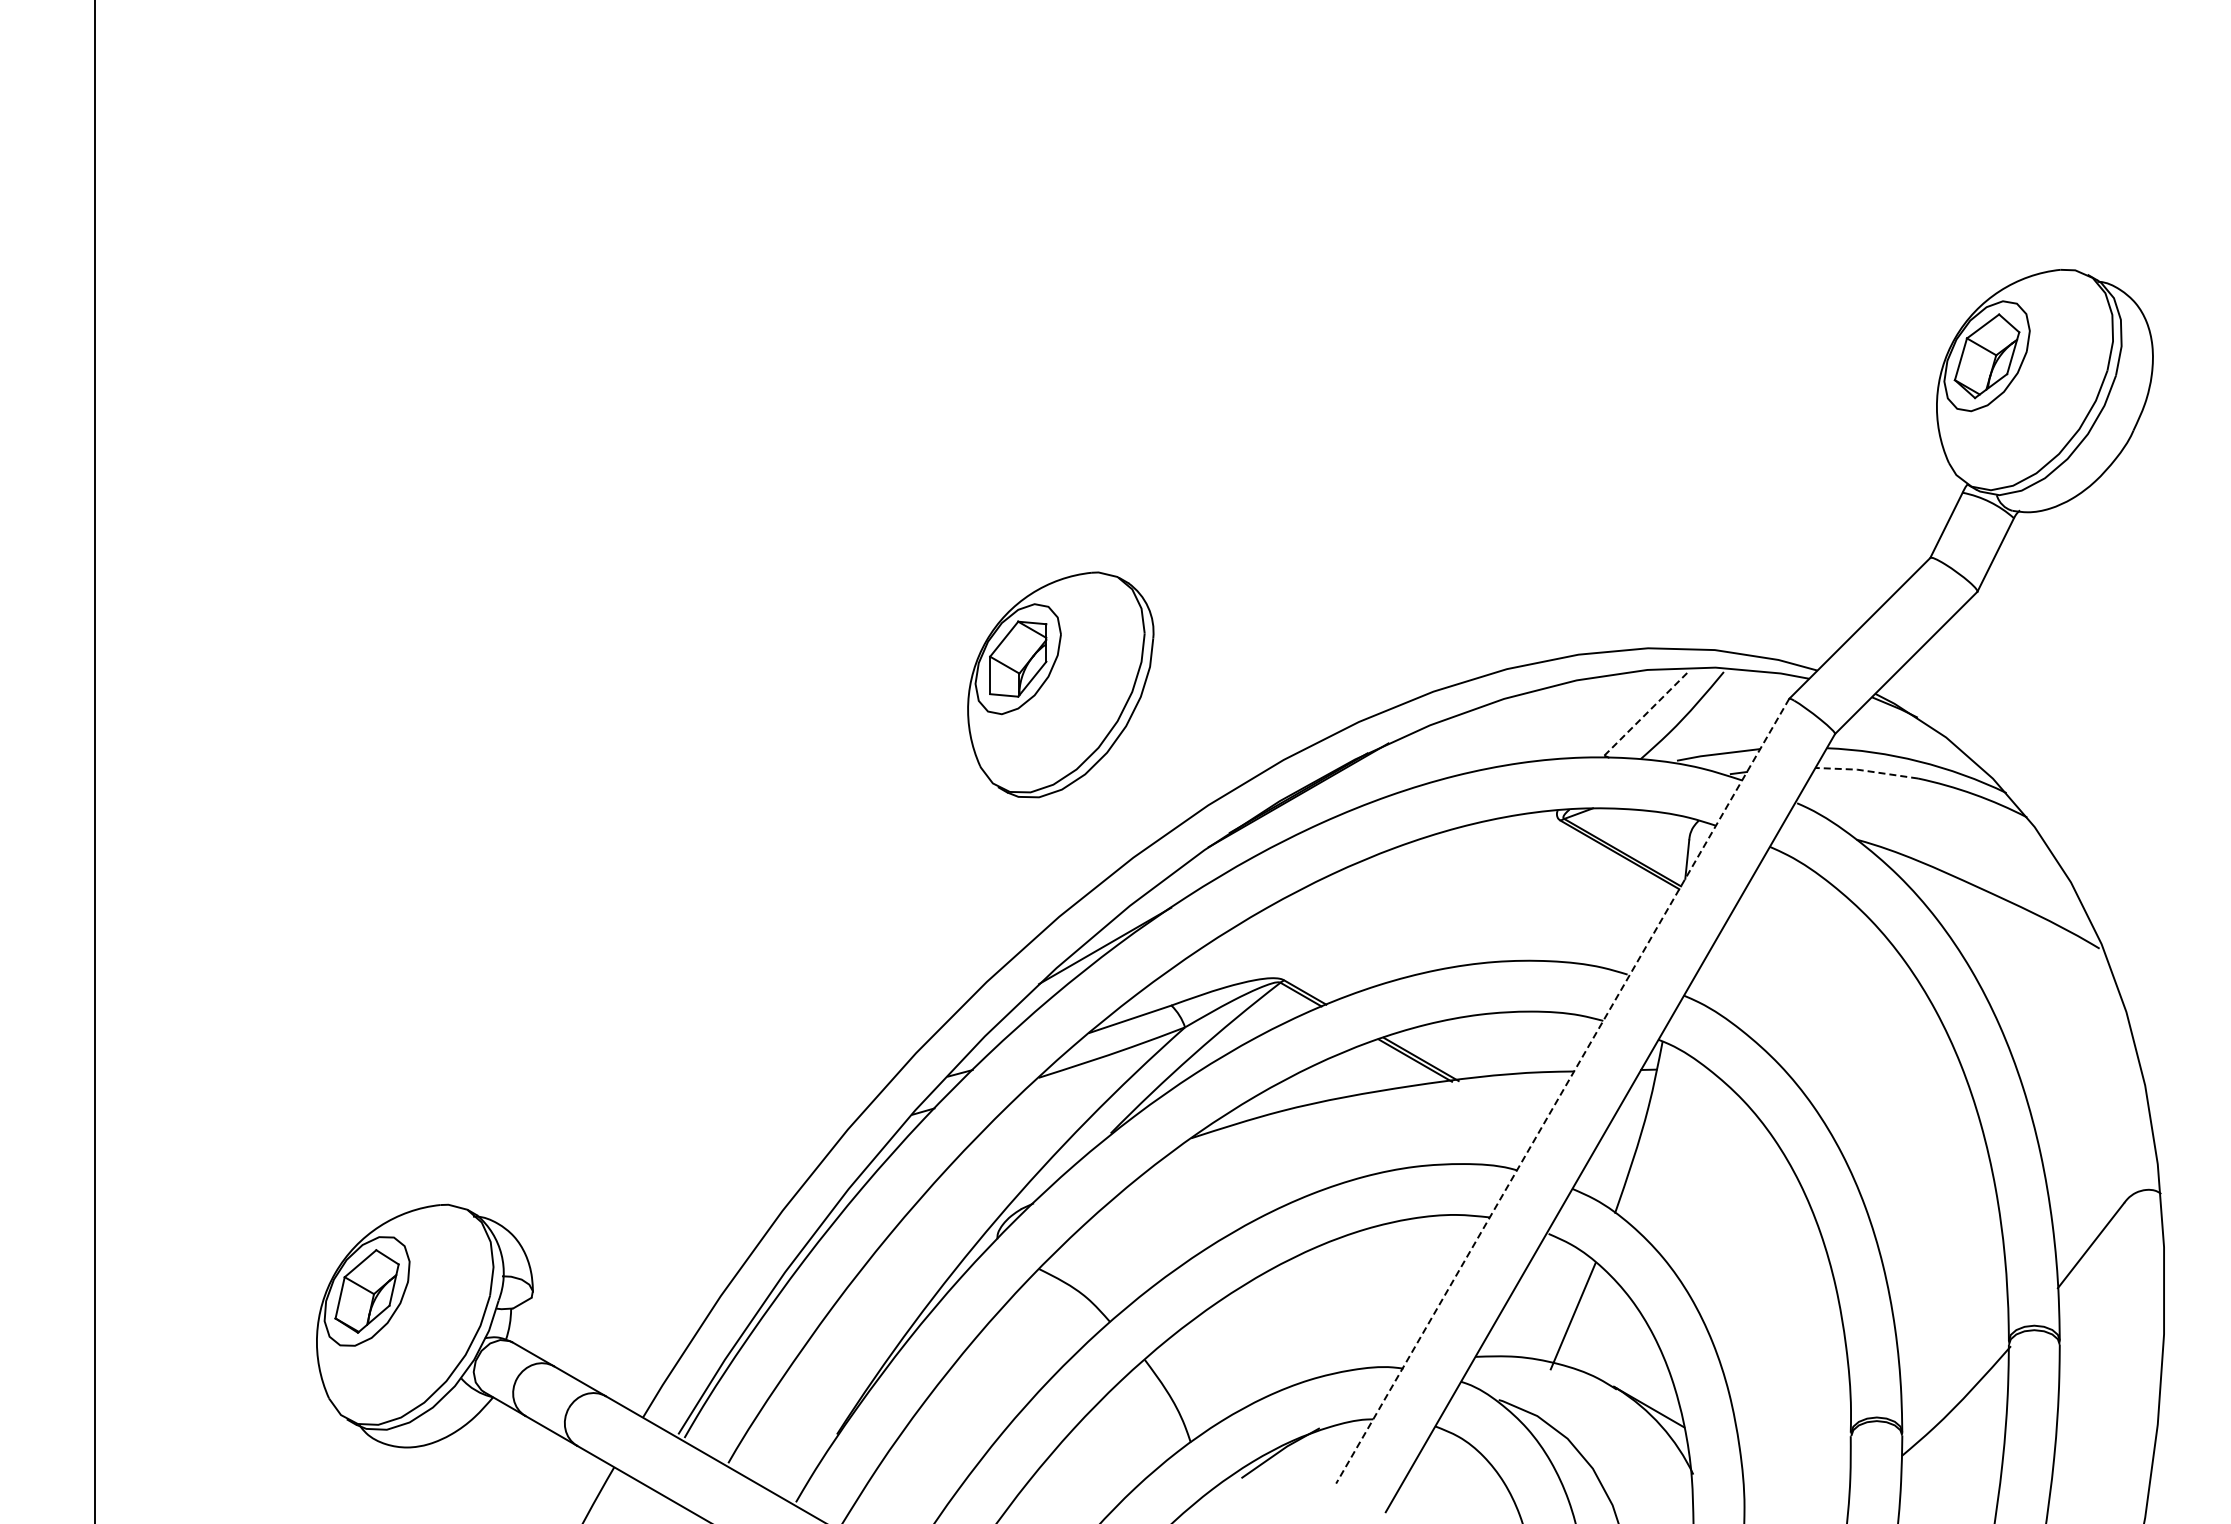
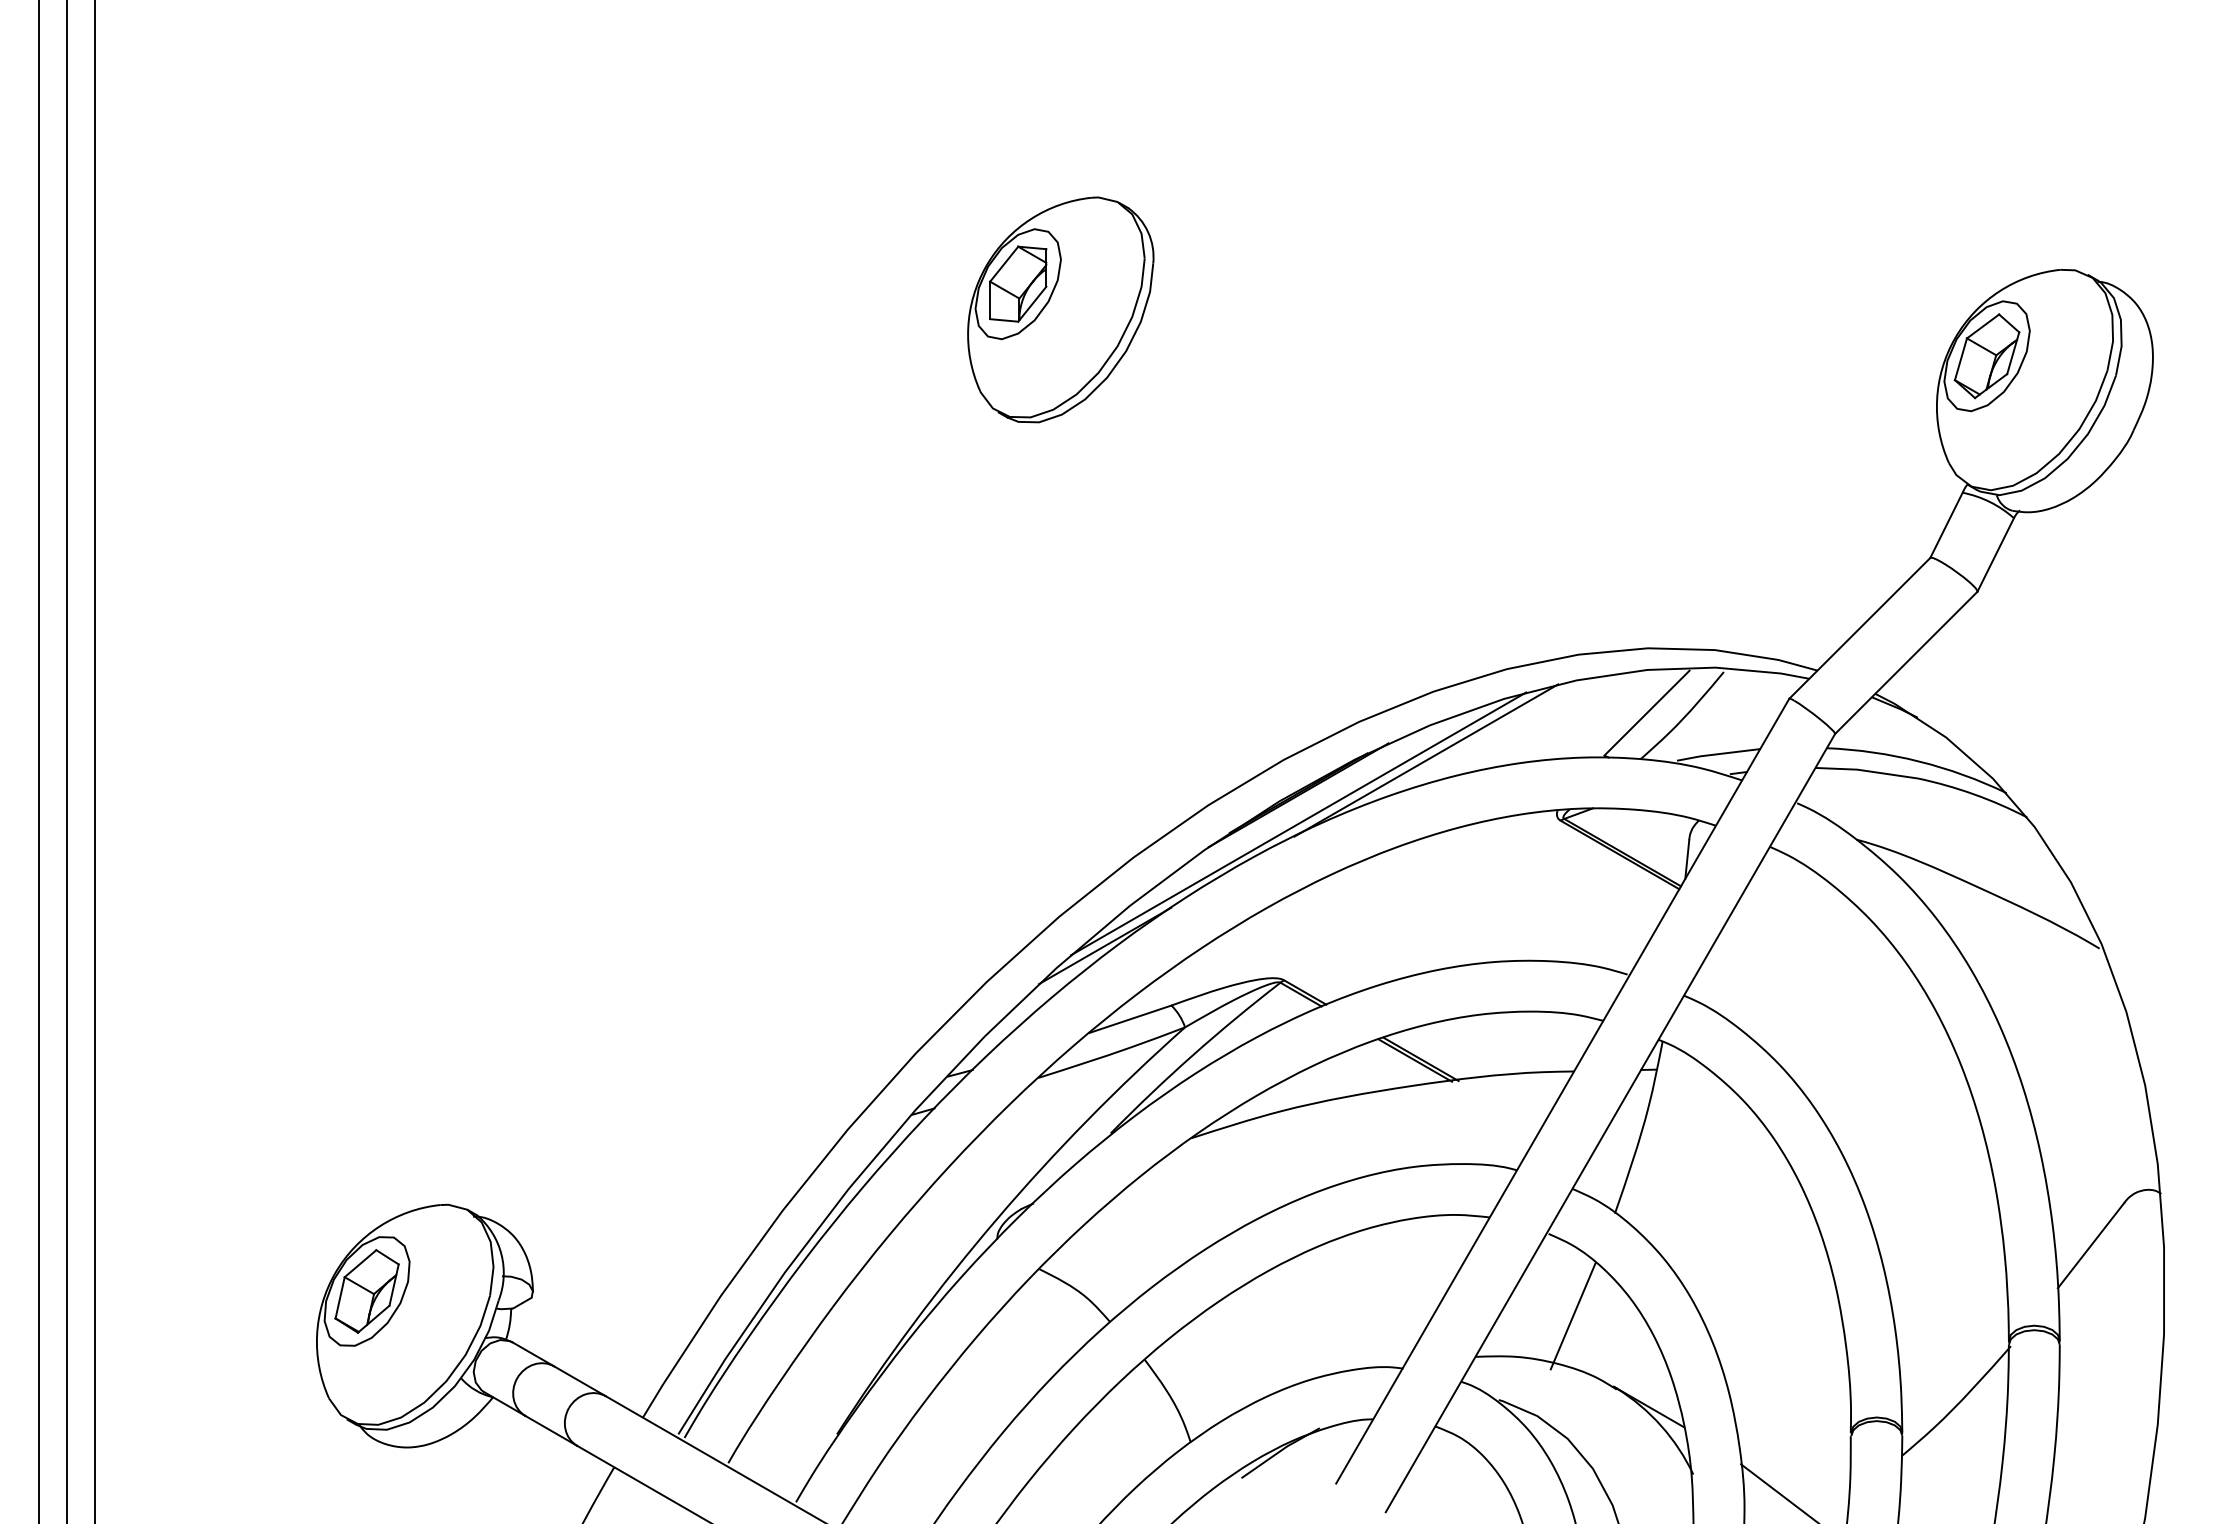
part at (1060, 684) position: (1060, 684) -> (1060, 309)
line at (1647, 712): dashed -> solid
line at (1426, 760): none -> present
line at (38, 761): none -> present
line at (66, 761): none -> present
line at (1866, 770): dashed -> solid
line at (1298, 823): none -> present
line at (1562, 1091): dashed -> solid
line at (1778, 1492): none -> present
